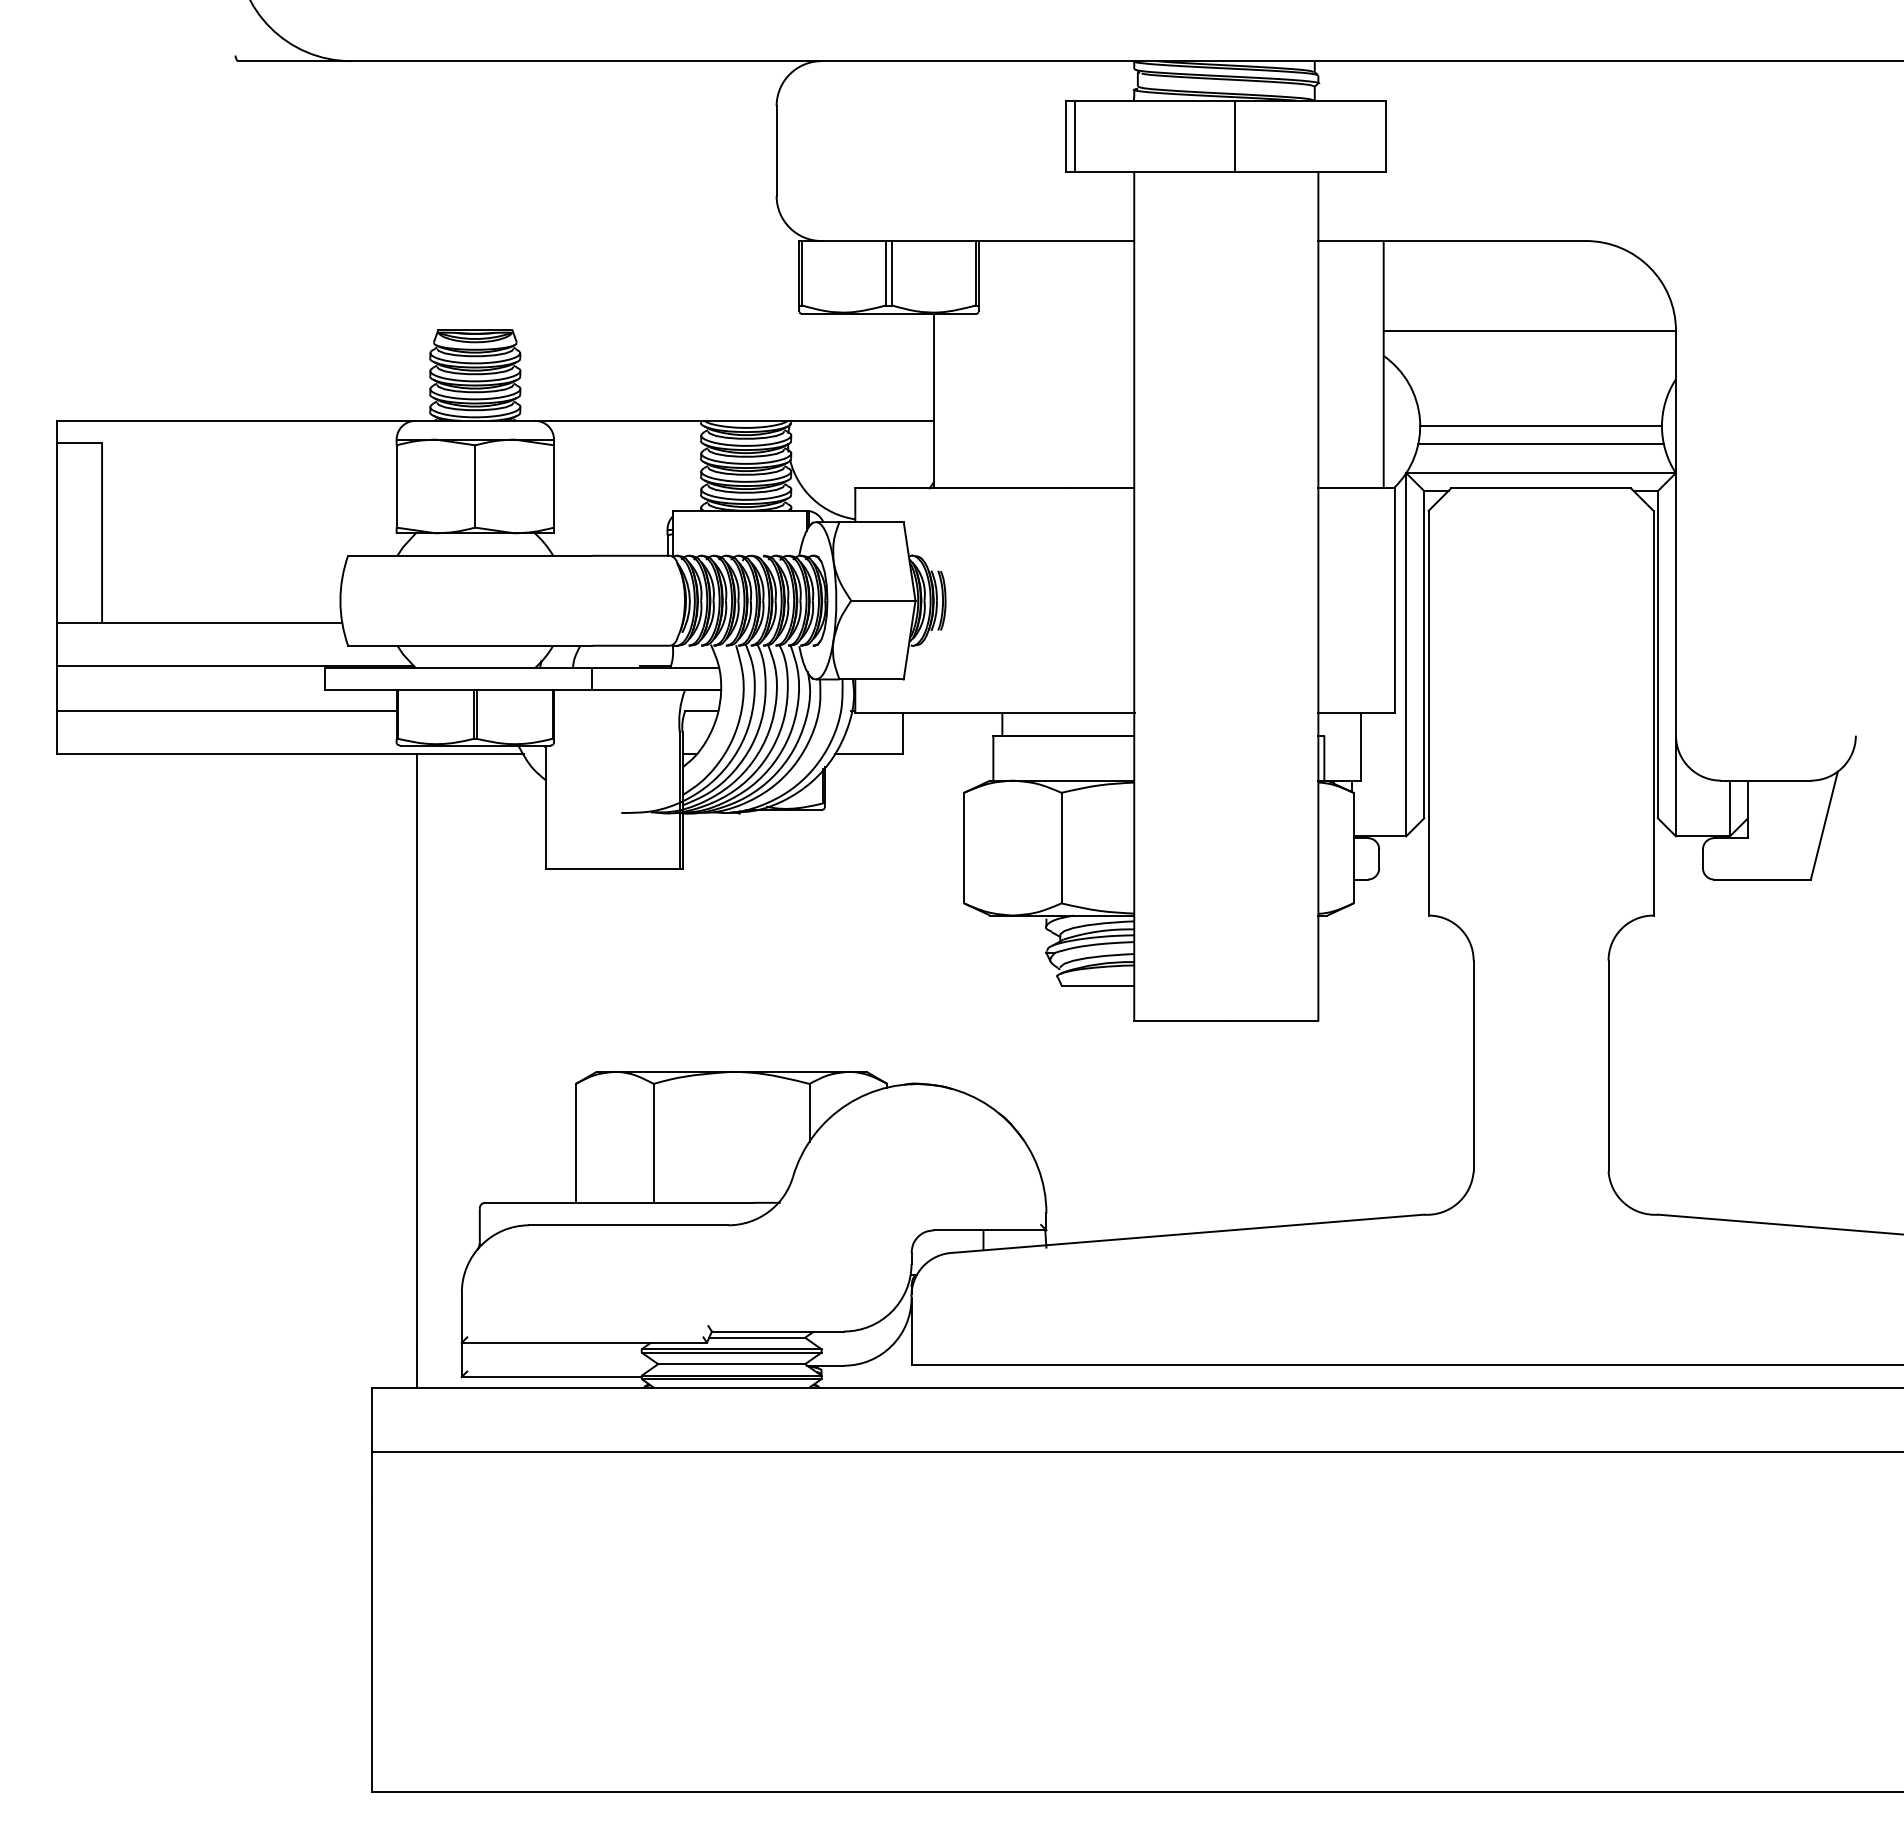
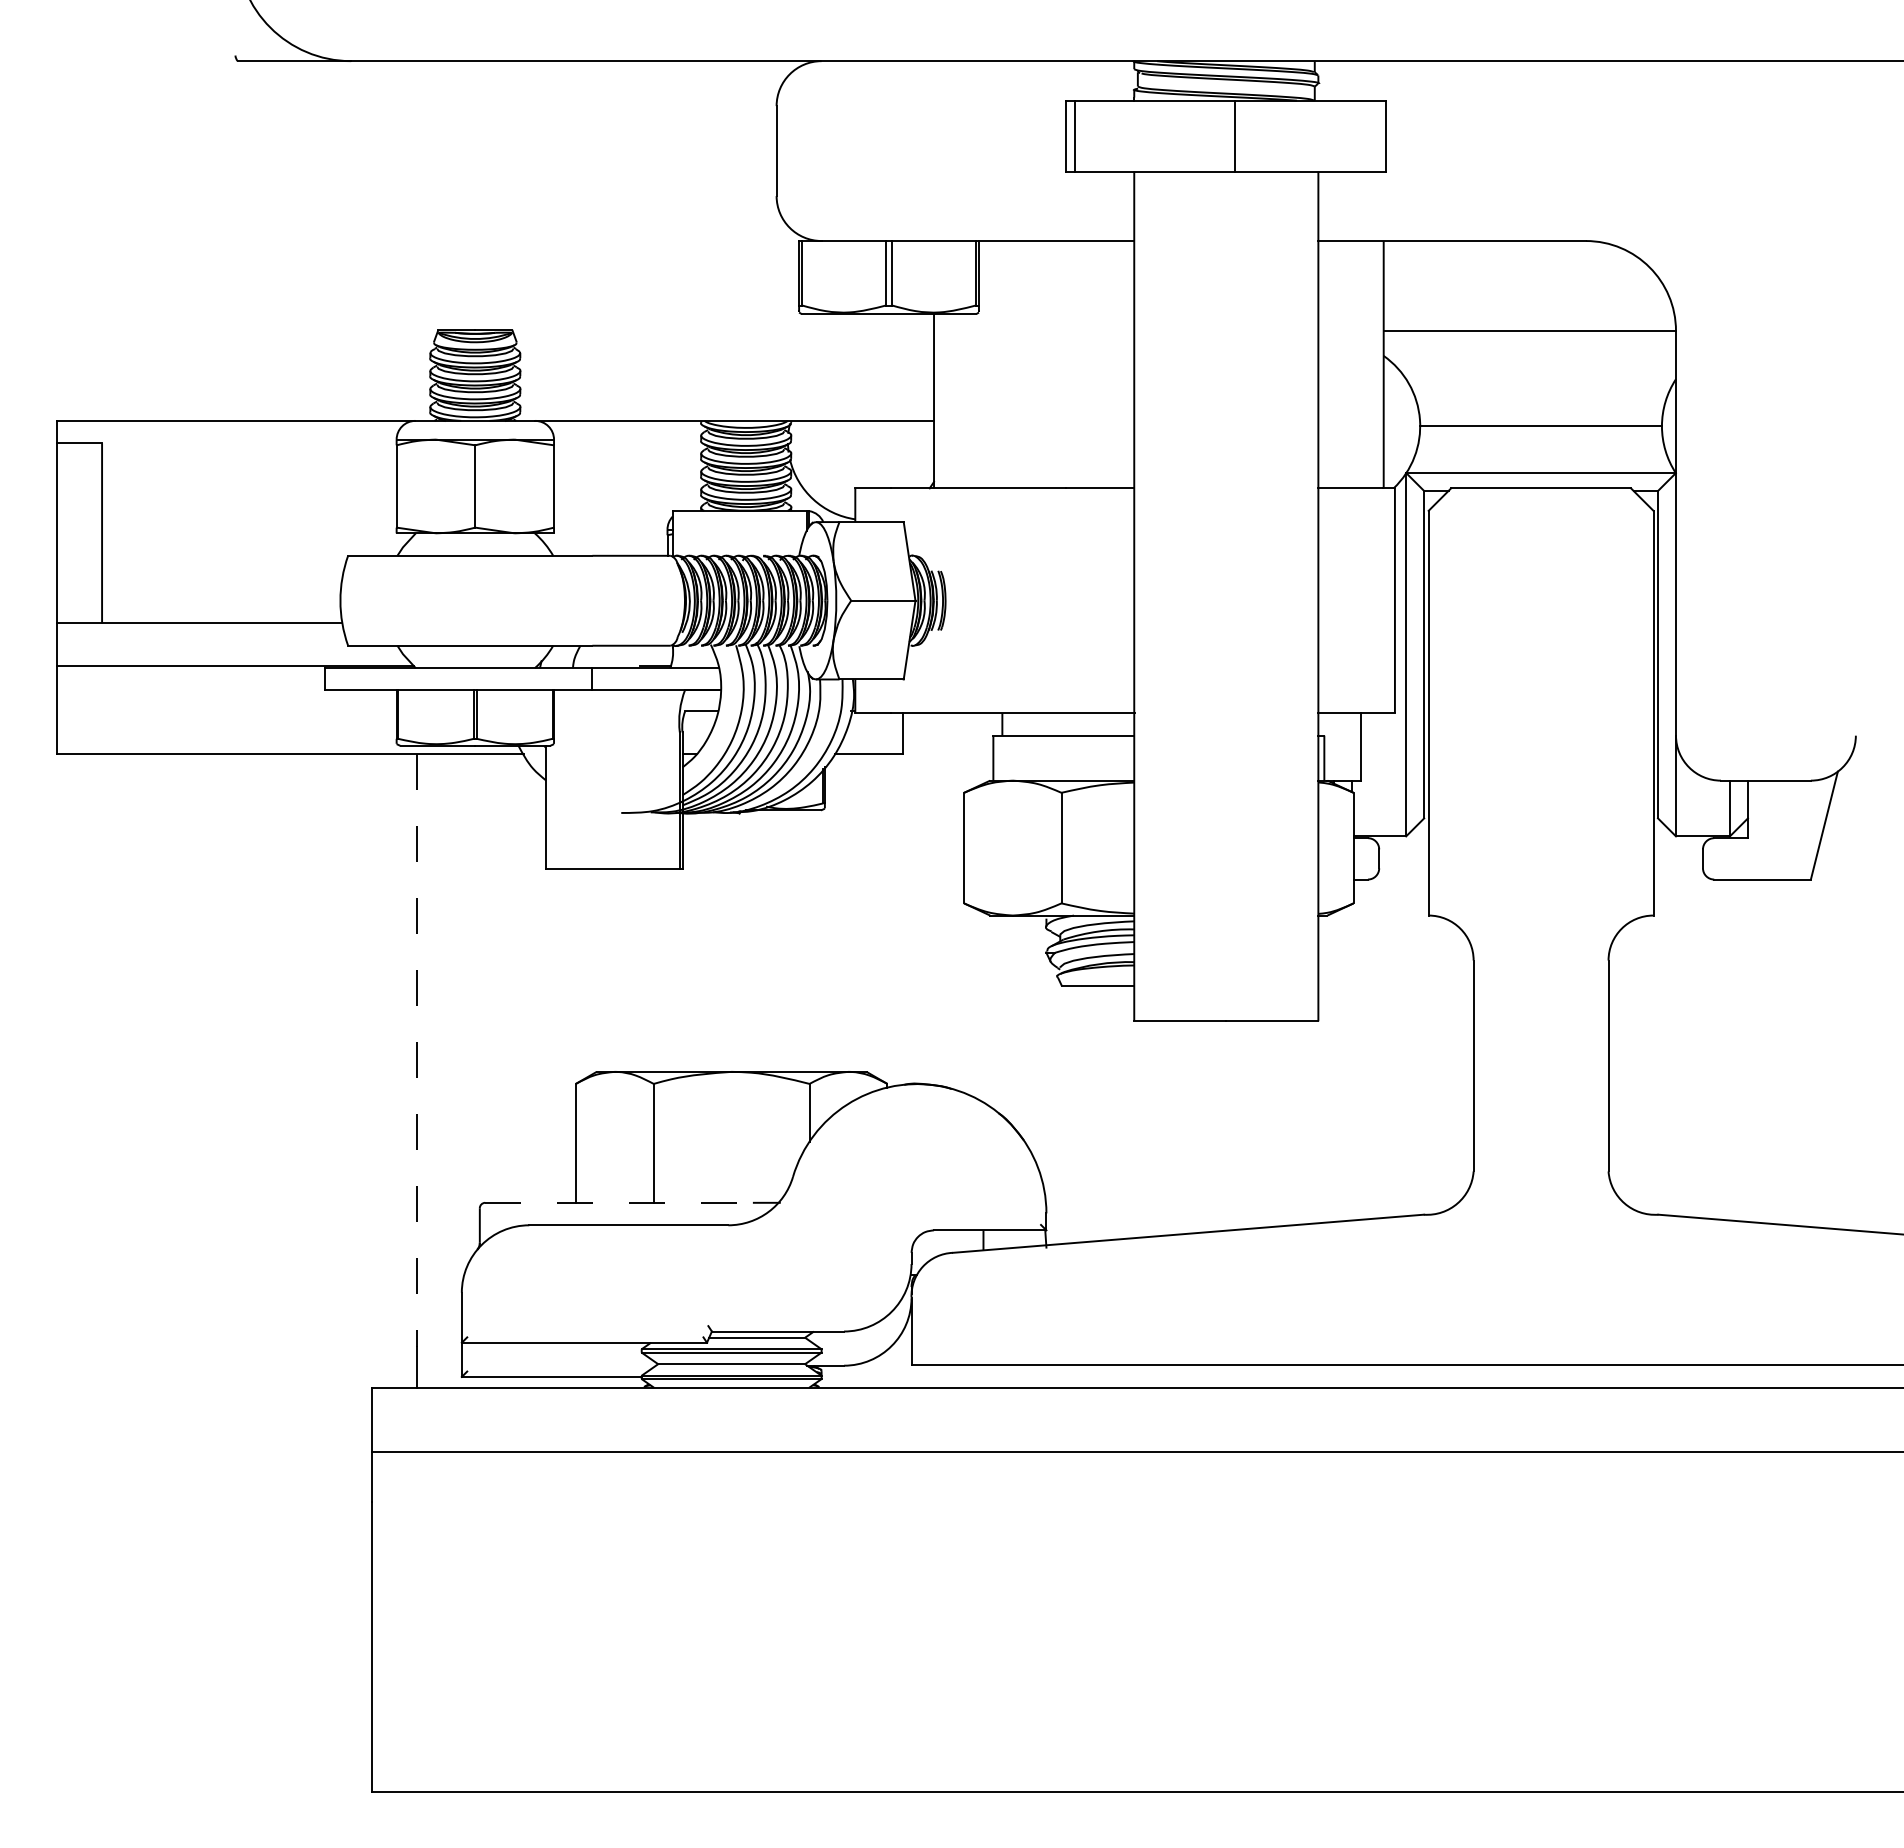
line at (1540, 444): present -> none
line at (226, 711): present -> none
line at (416, 1051): solid -> dashed
line at (619, 1202): solid -> dashed
